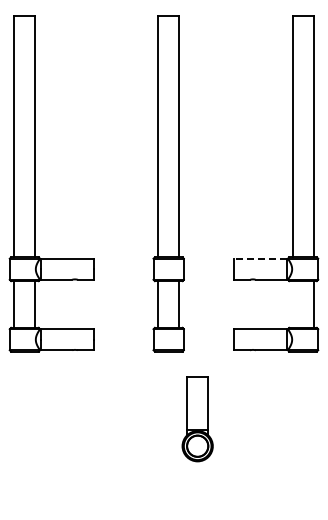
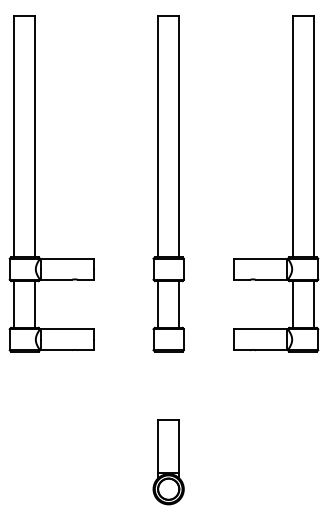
line at (259, 258): dashed -> solid
line at (292, 304): none -> present
part at (197, 419) position: (197, 419) -> (168, 462)
